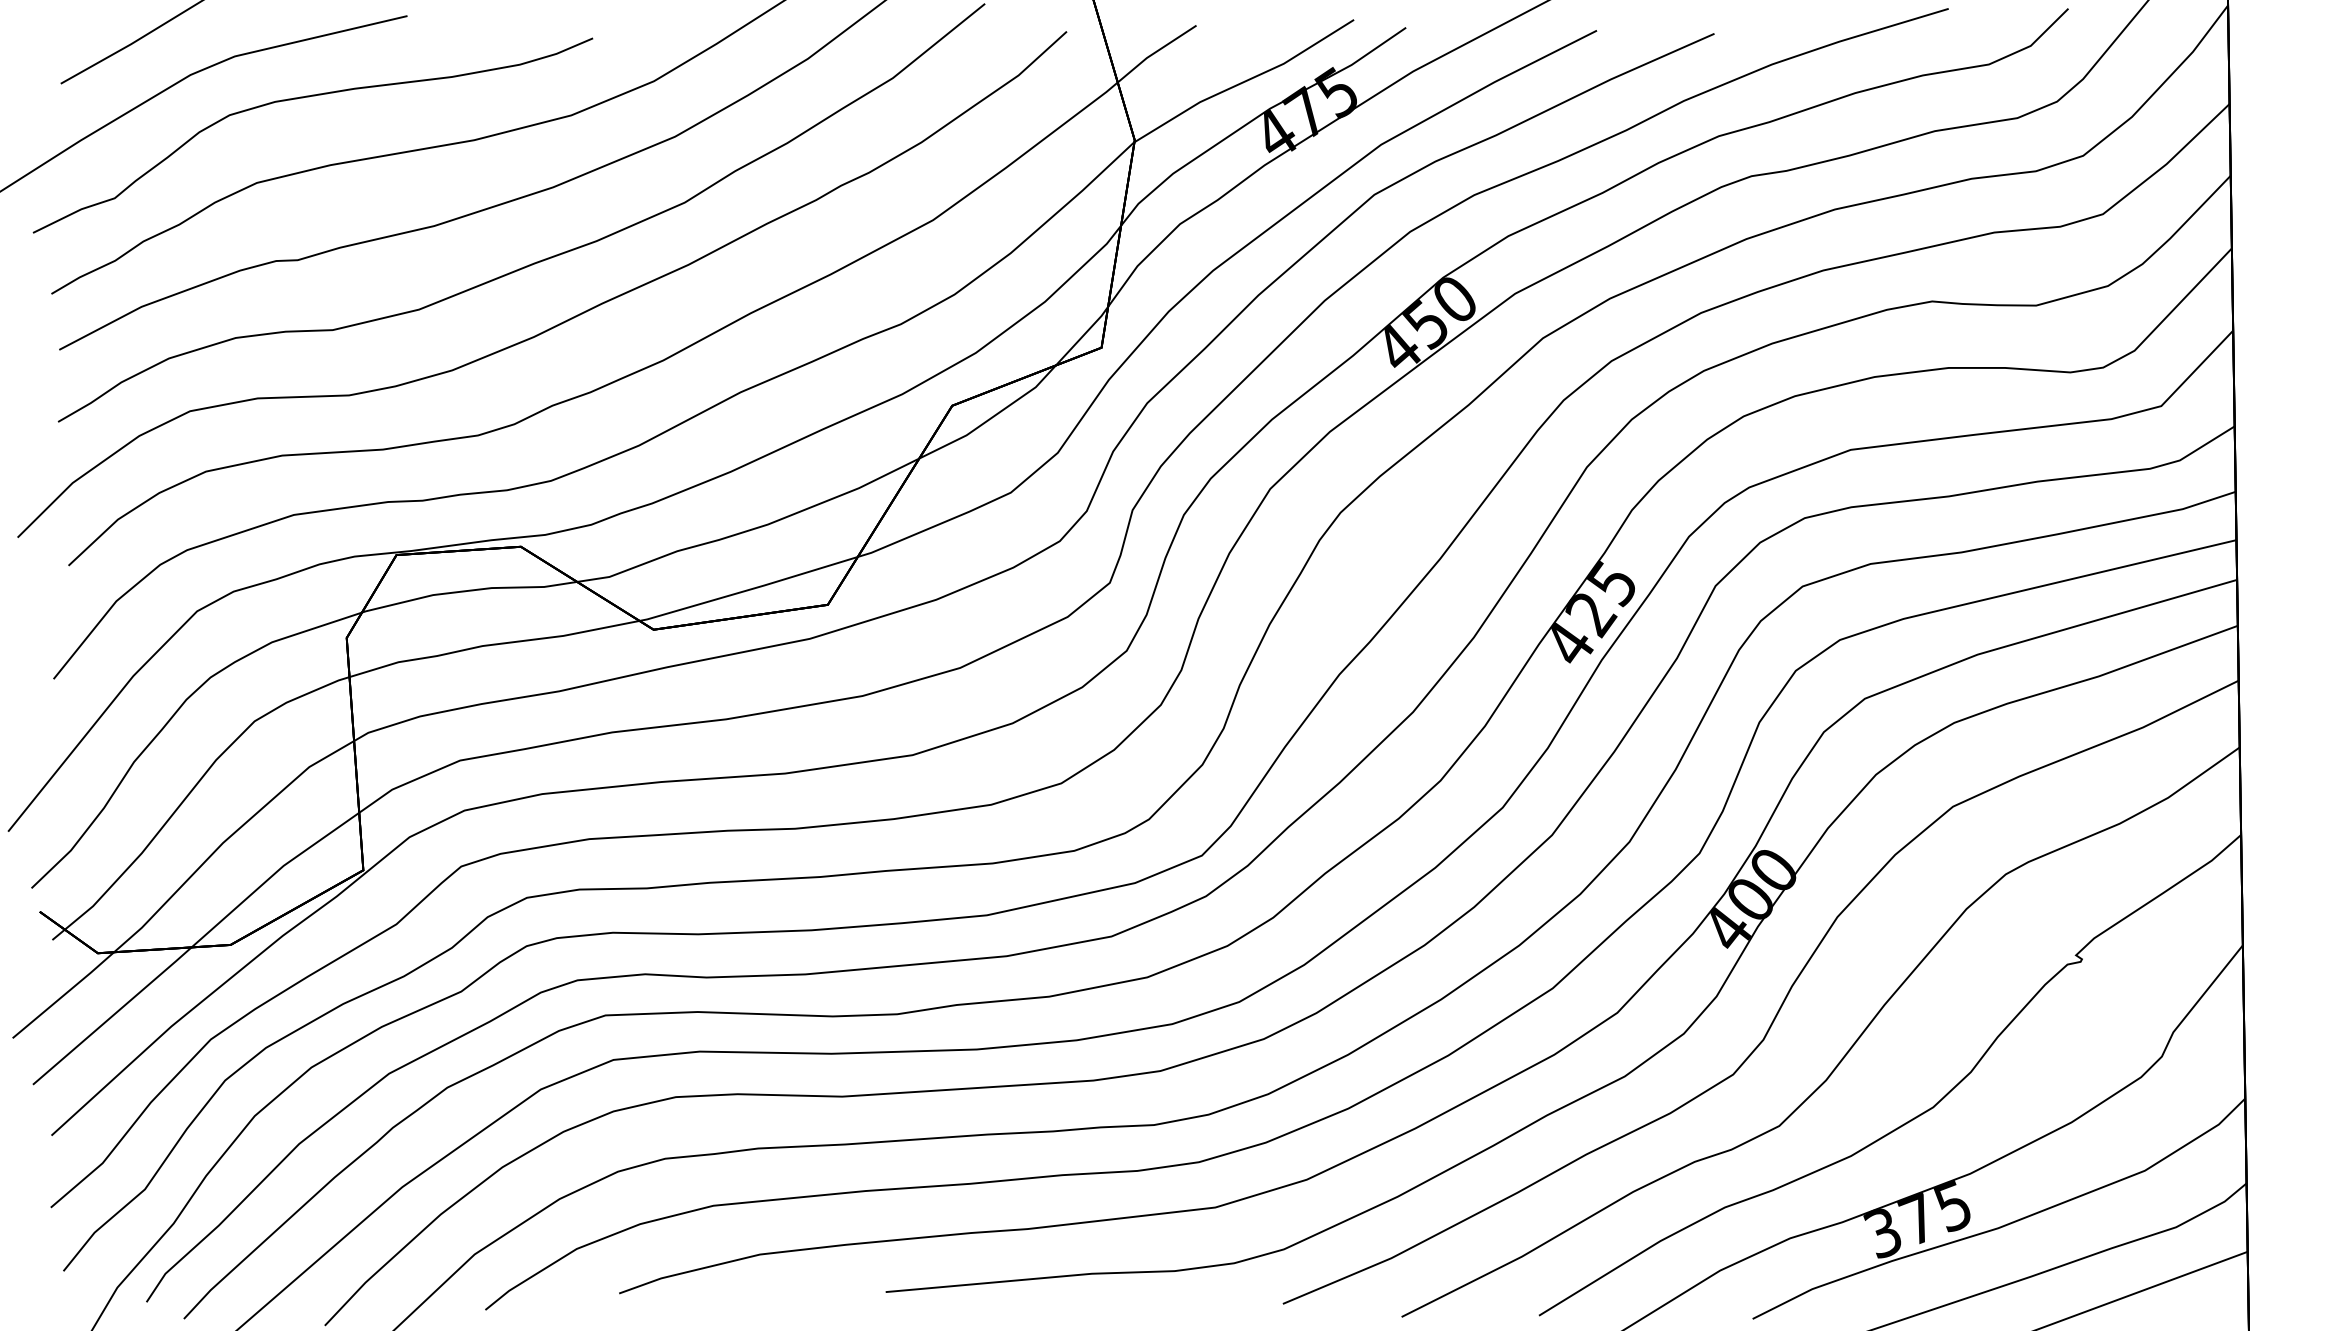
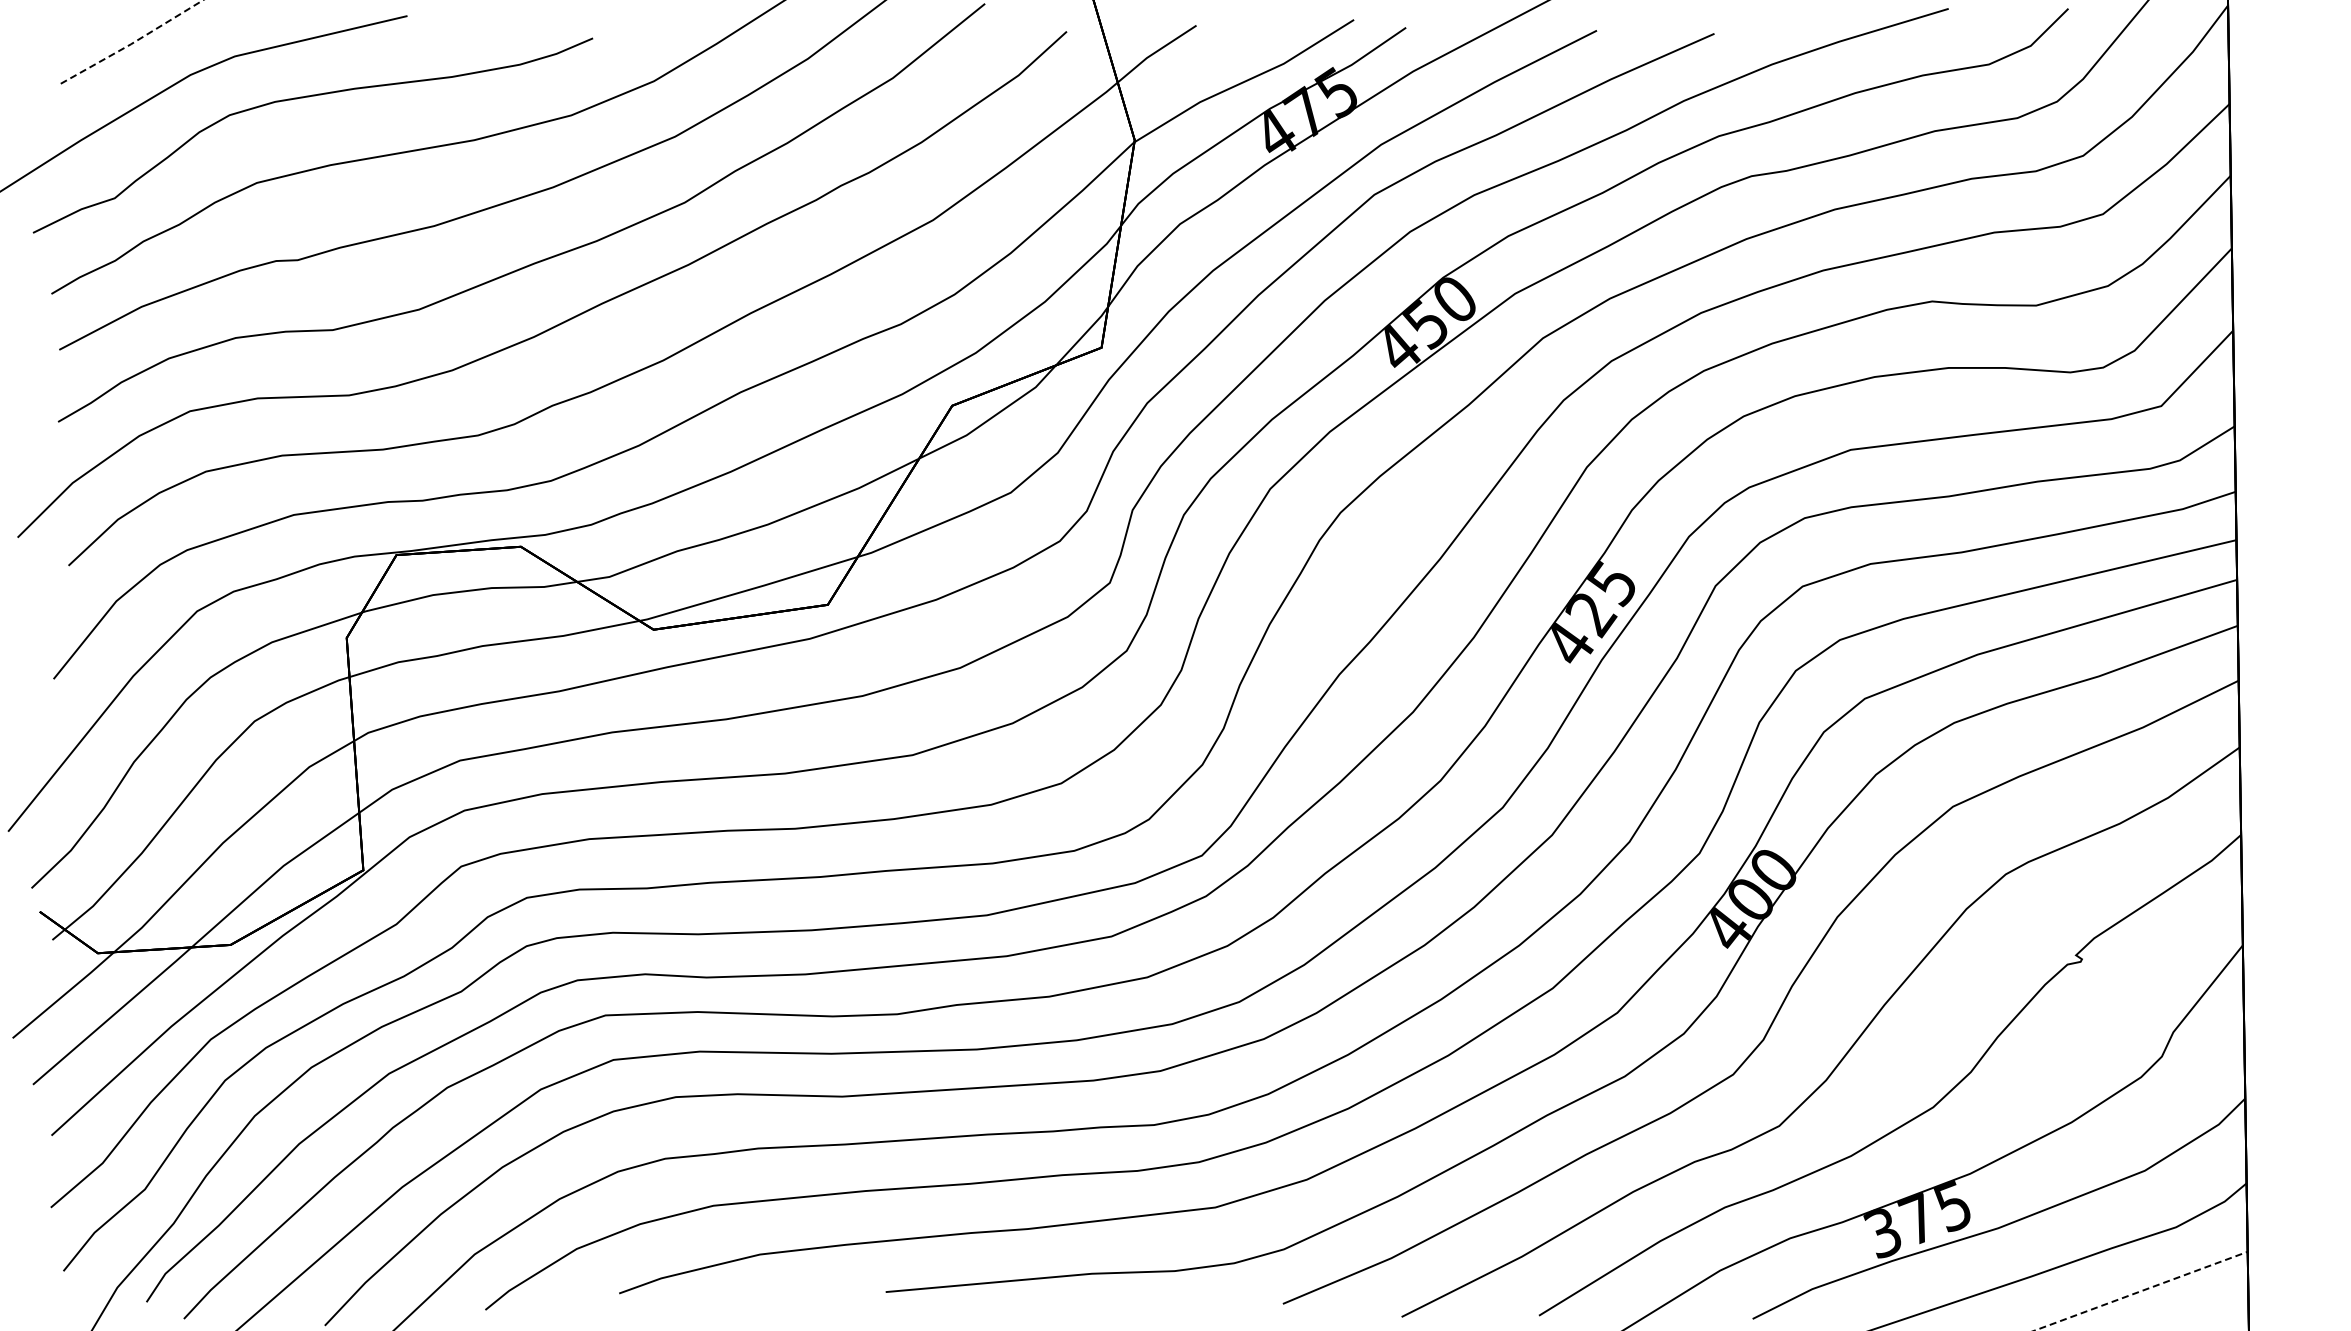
line at (132, 43): solid -> dashed
line at (2141, 1291): solid -> dashed
